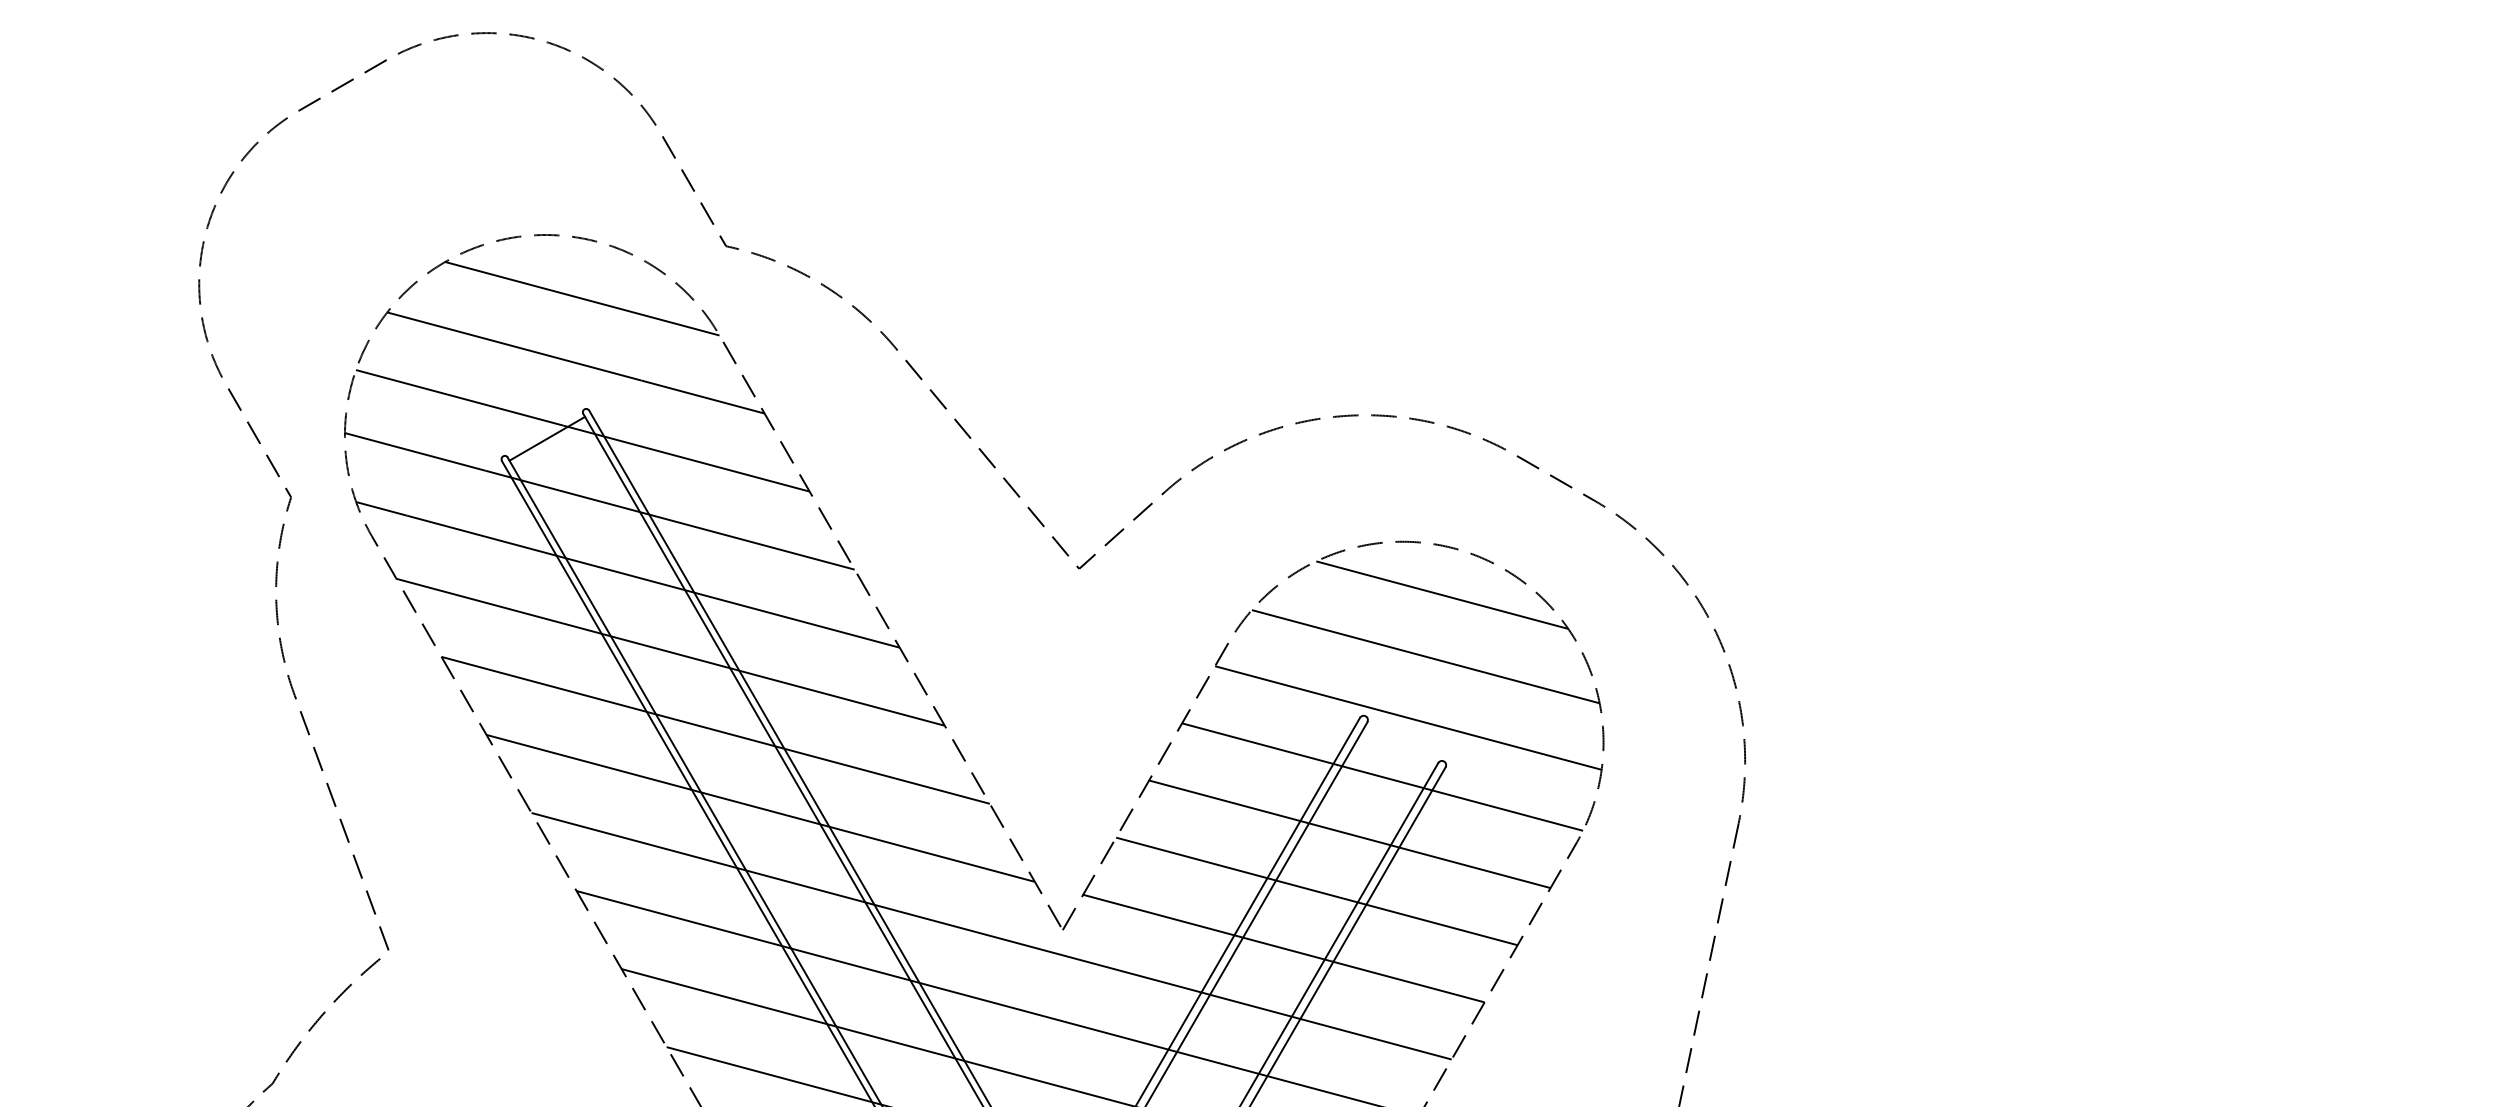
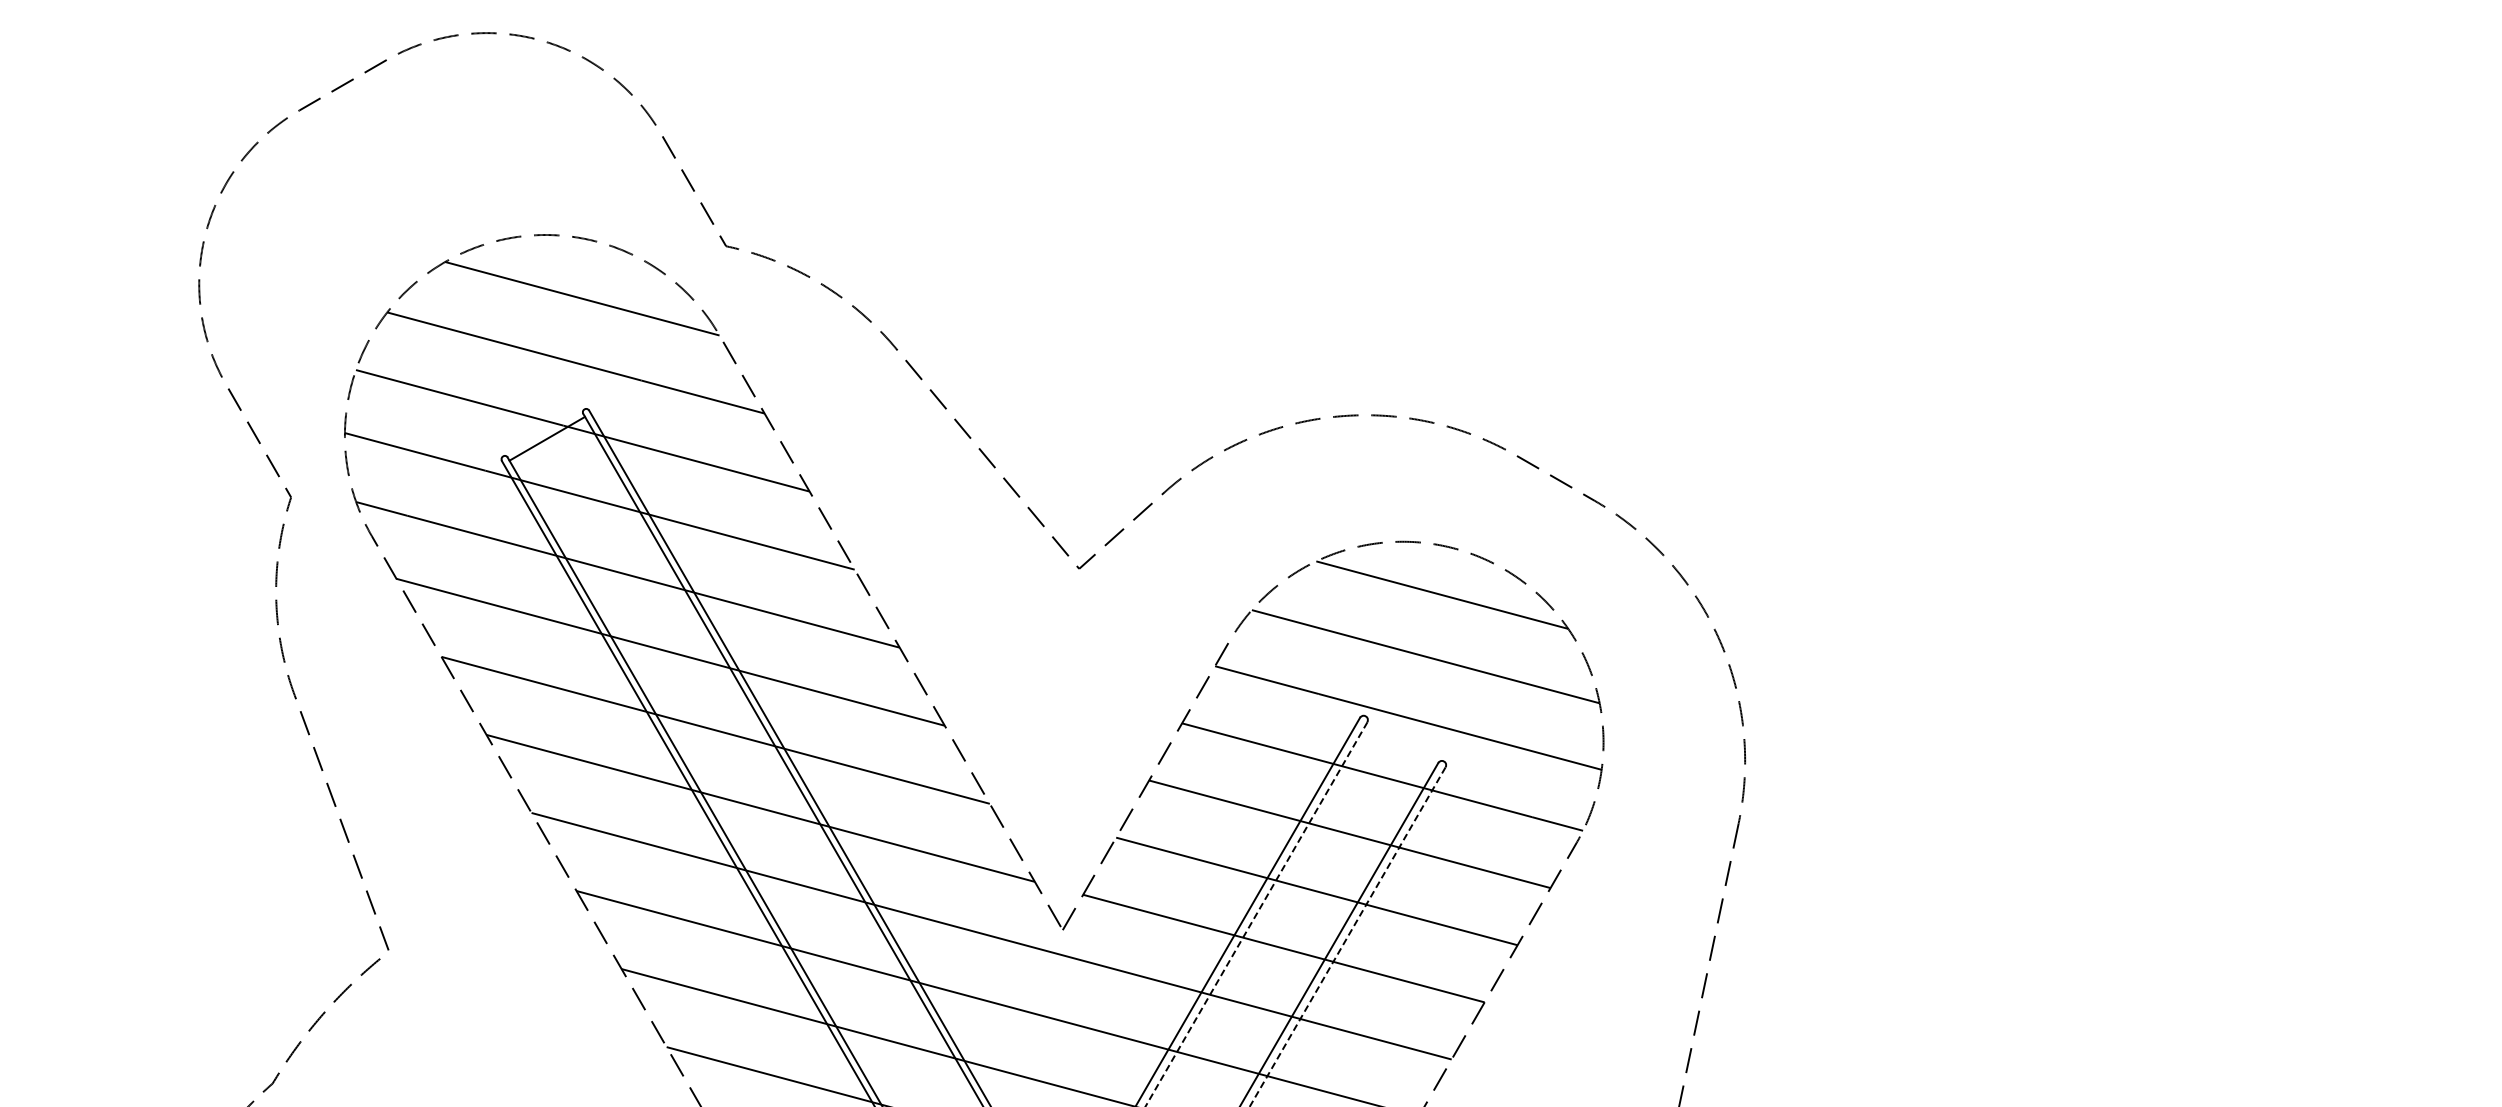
line at (1256, 914): solid -> dashed
line at (1347, 937): solid -> dashed
